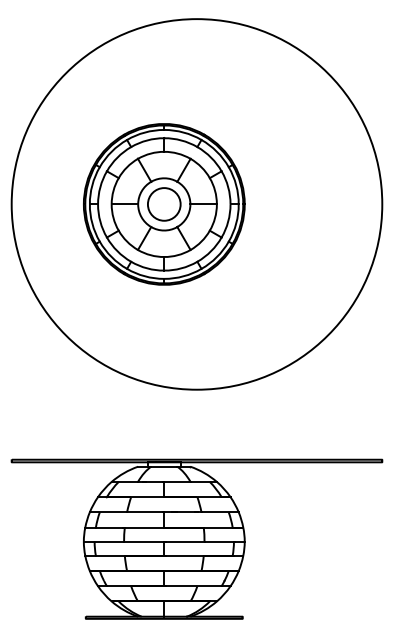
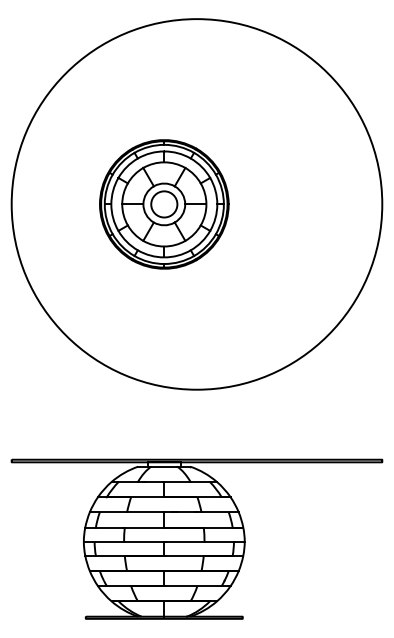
part at (164, 204) size: 163x163 px -> 131x131 px
